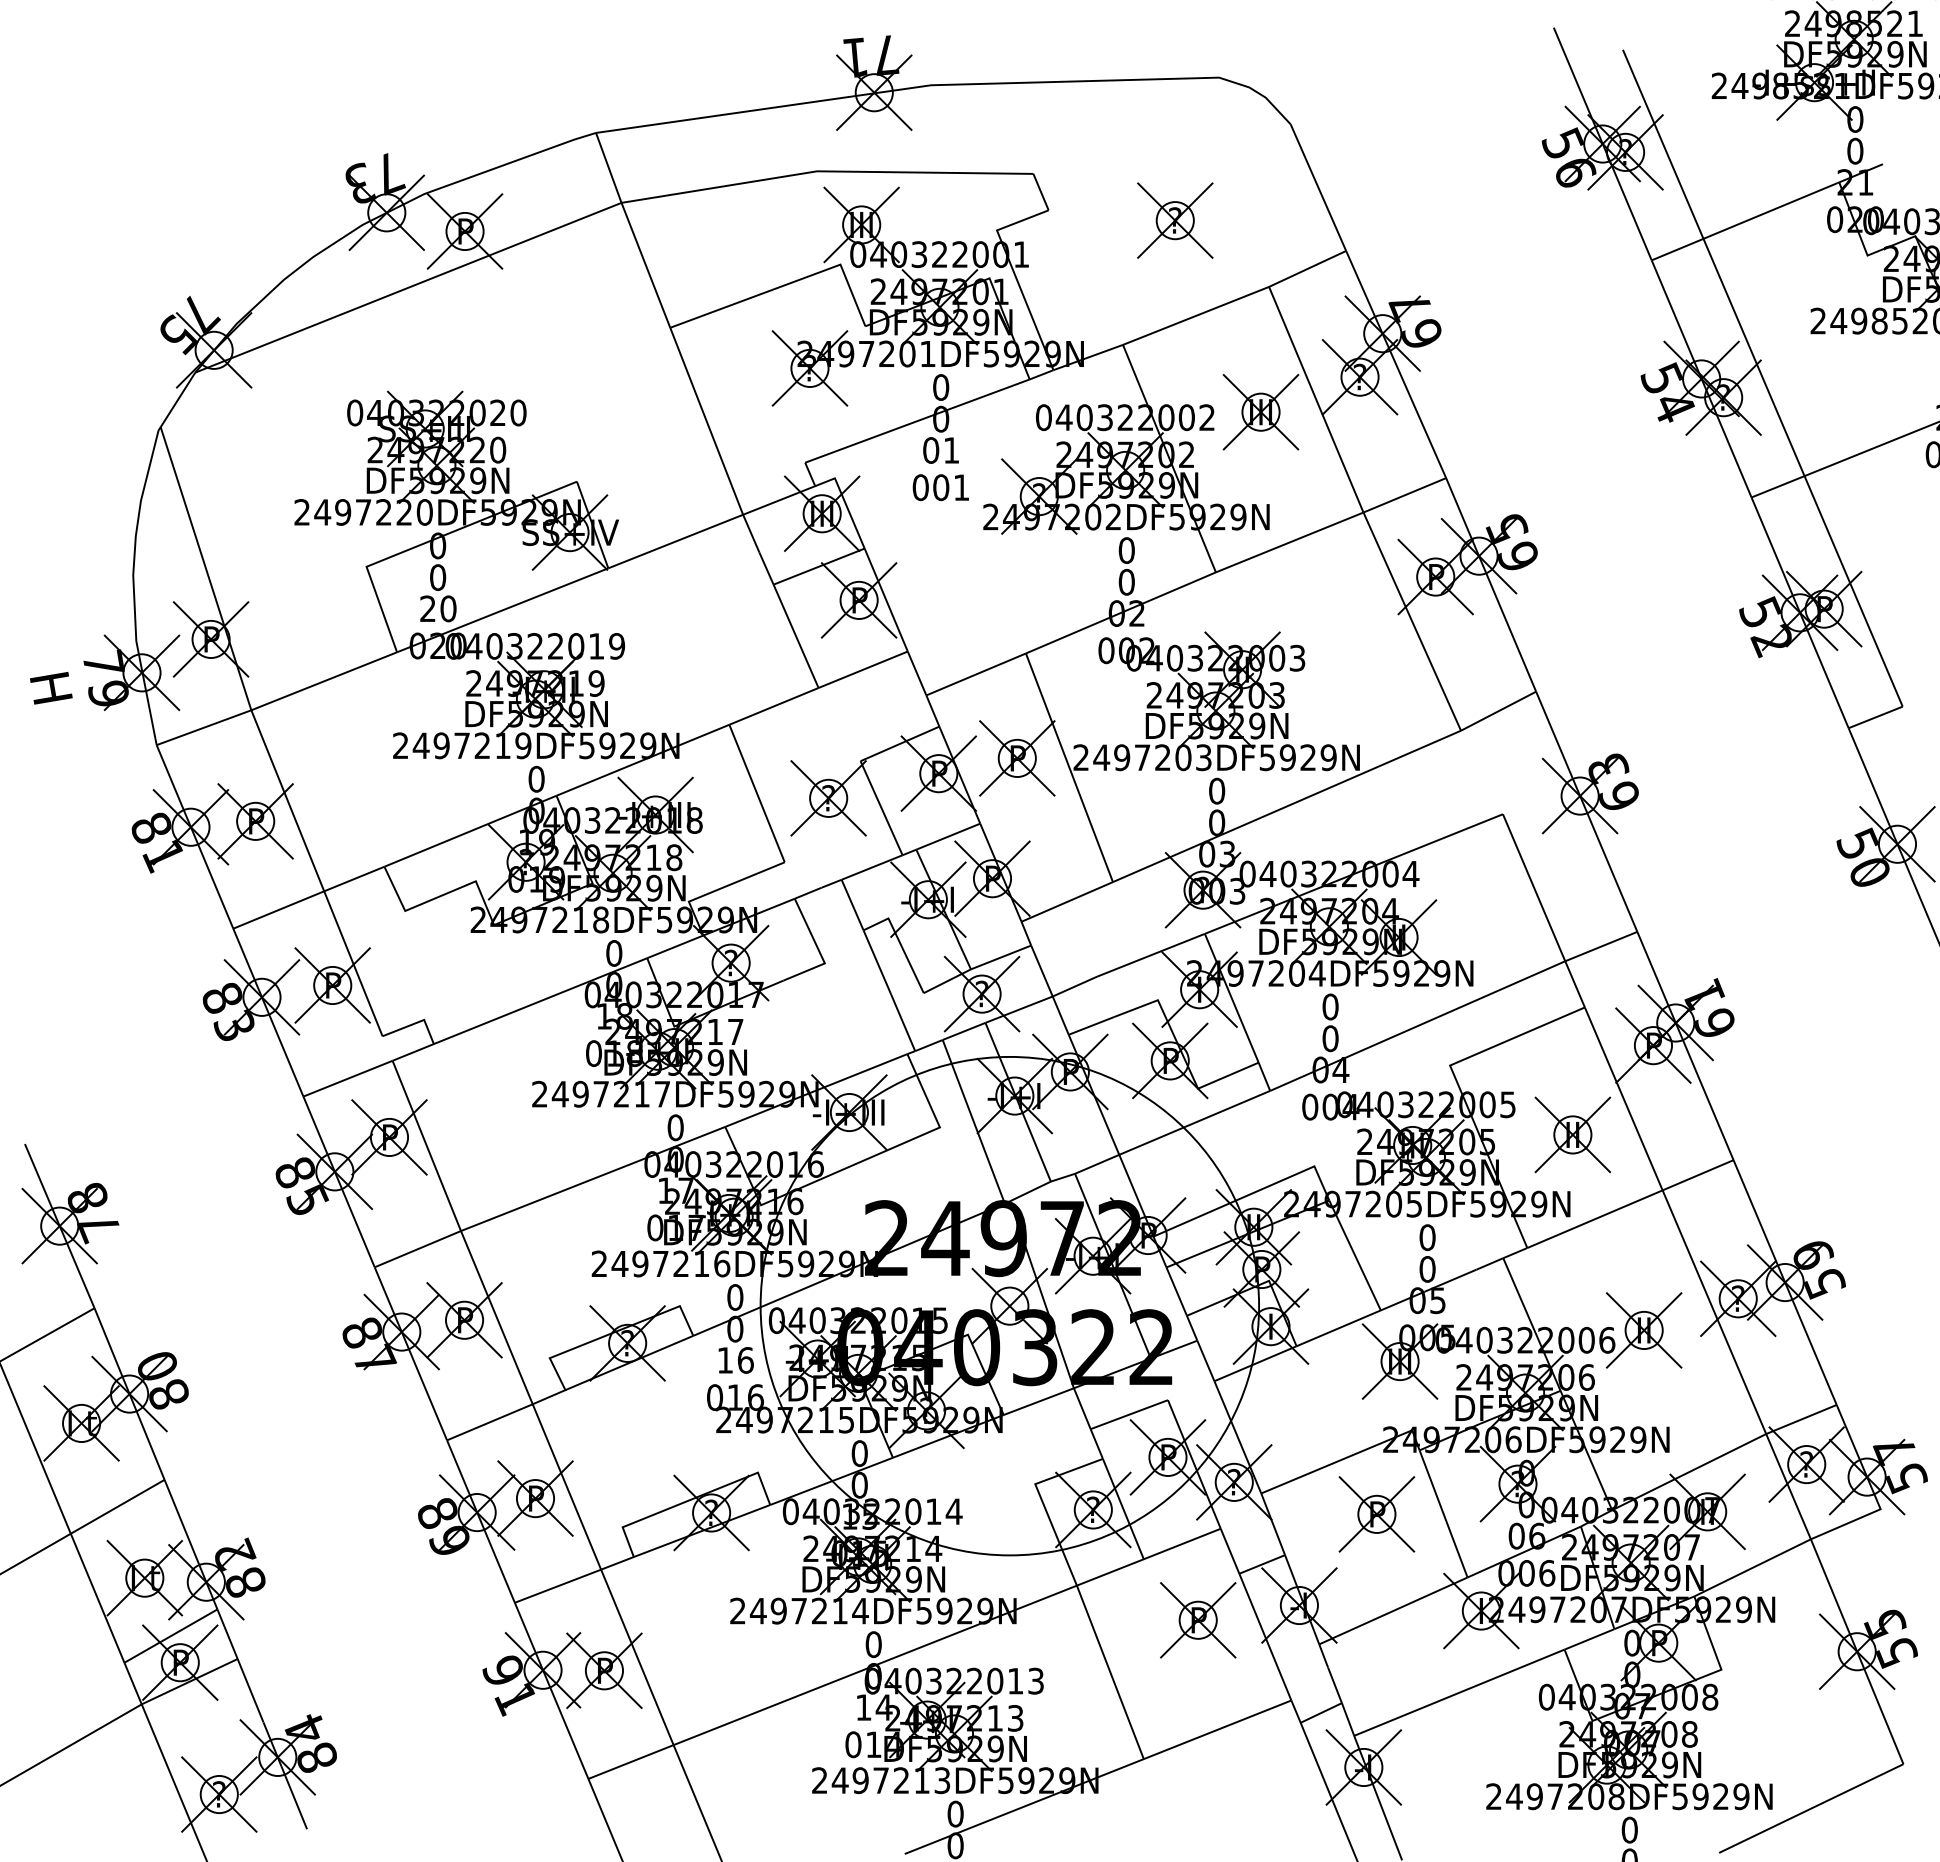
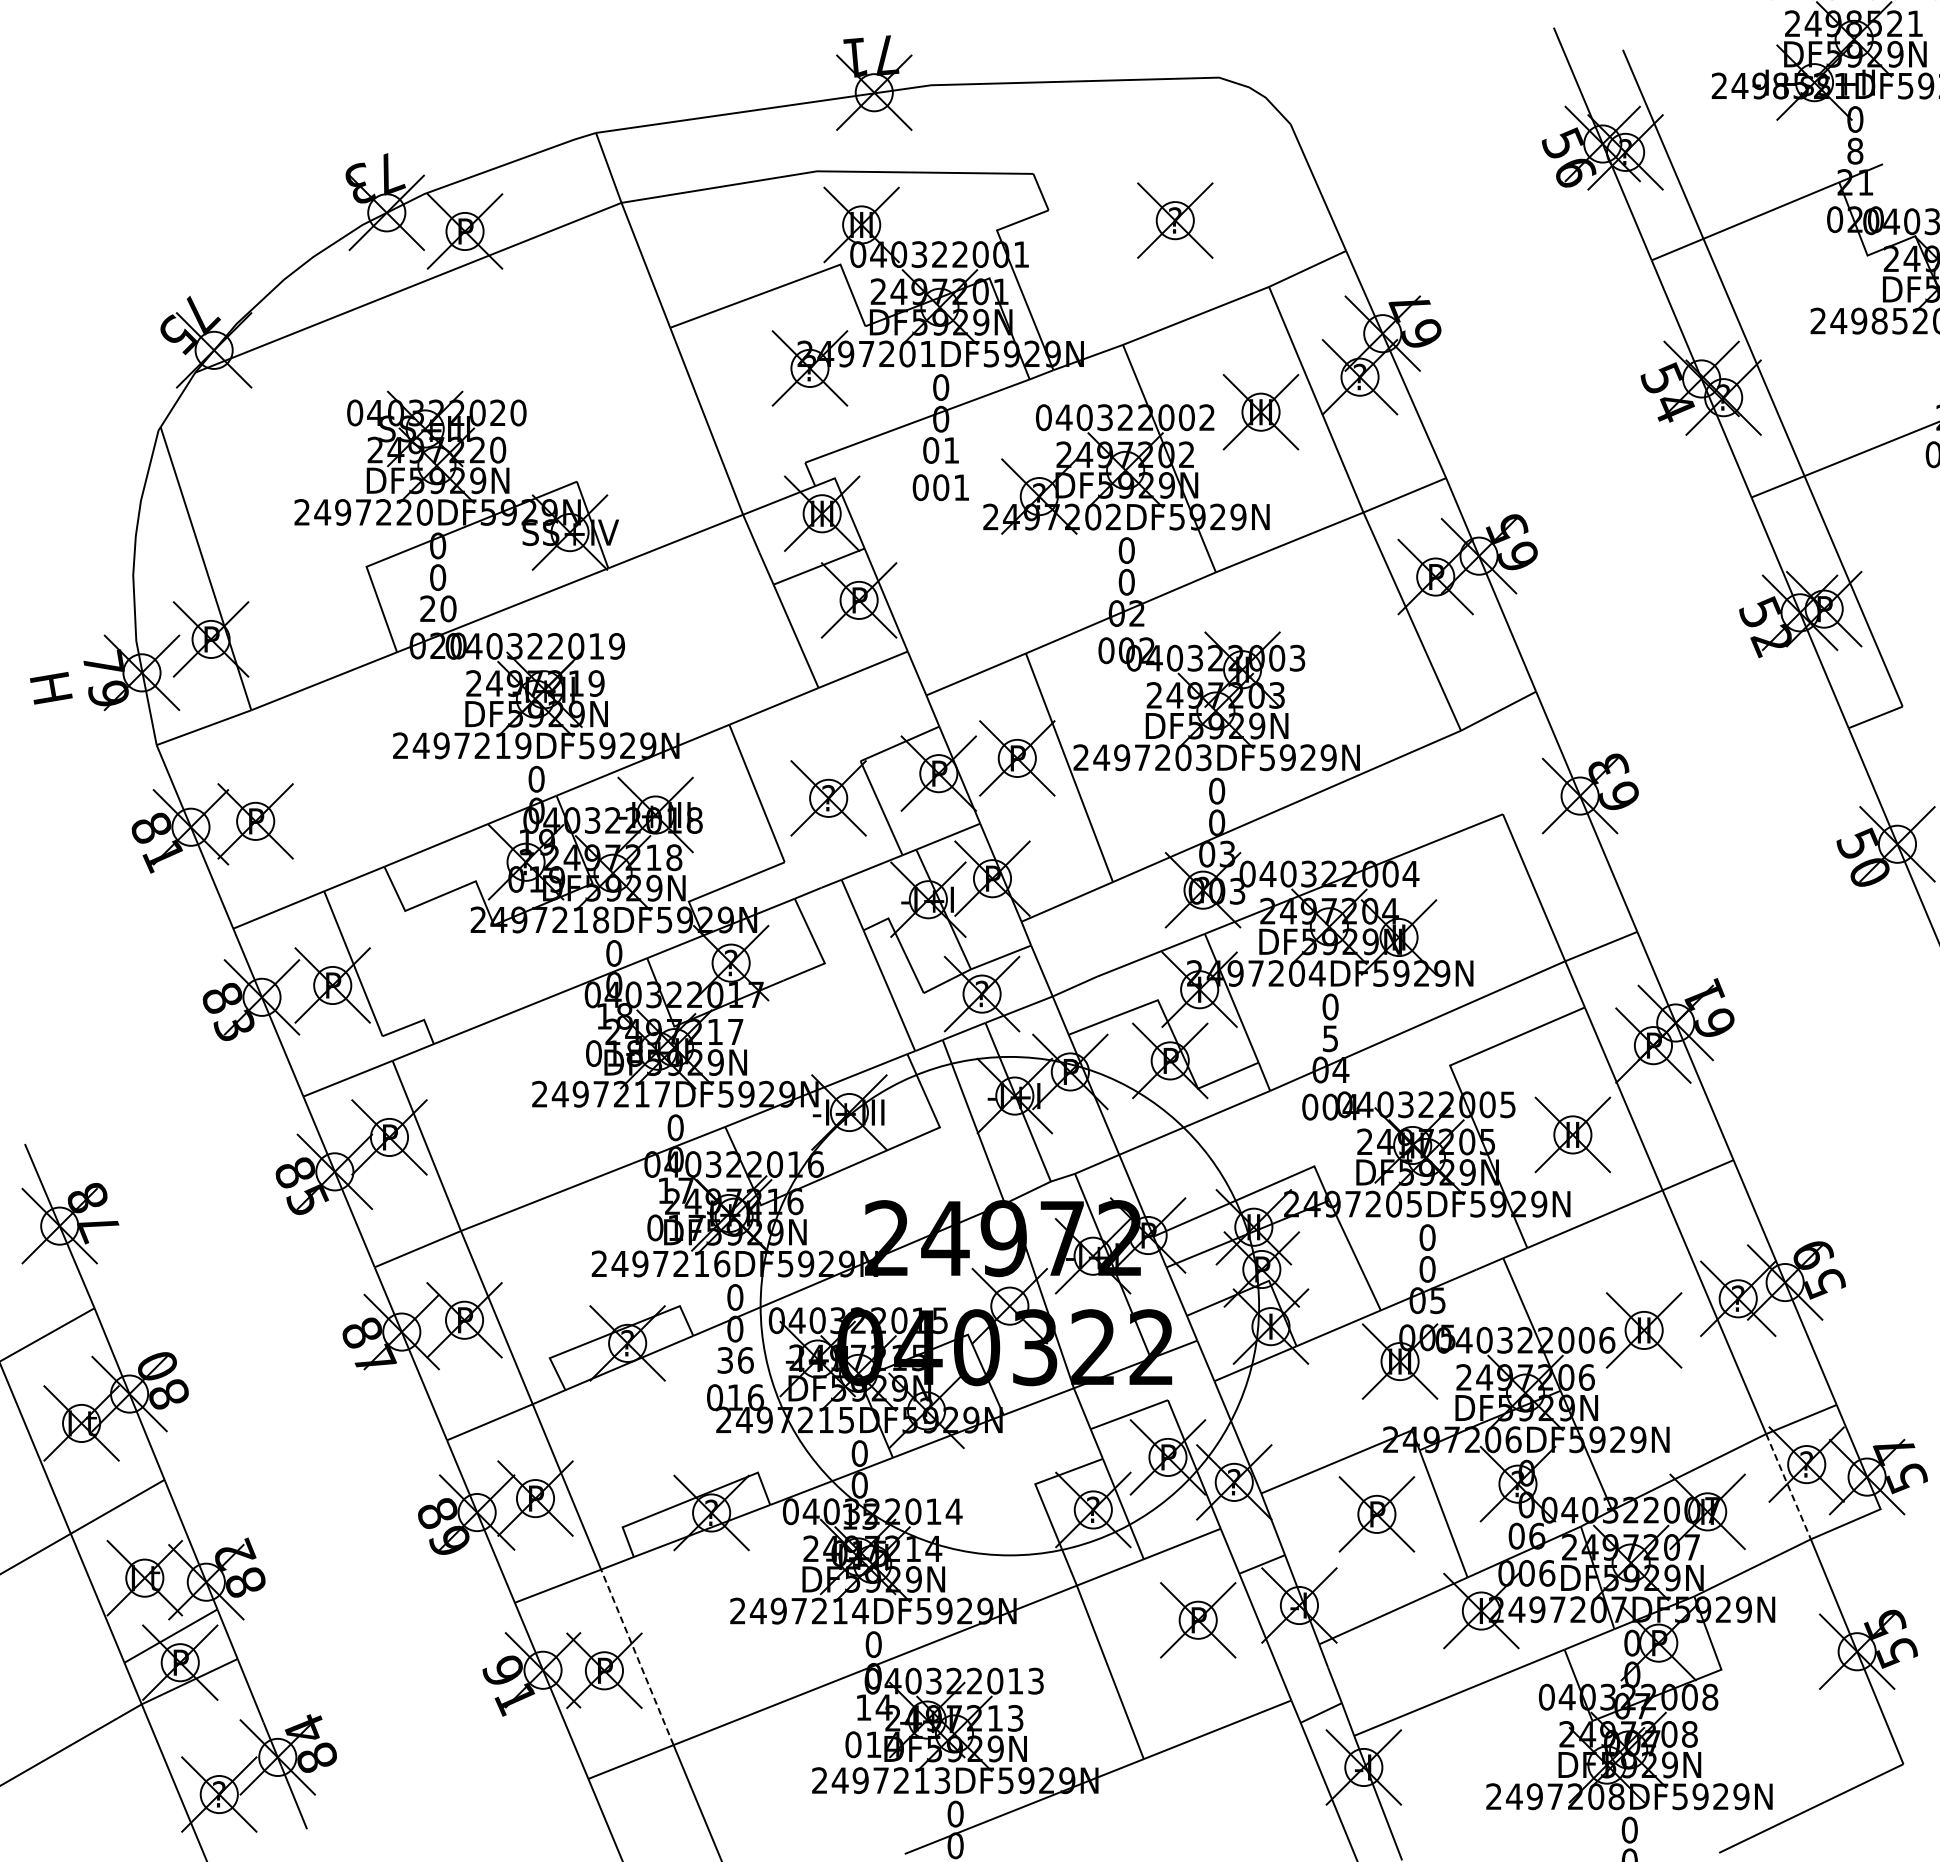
text at (1855, 151): 0 -> 8
line at (287, 800): present -> none
text at (1330, 1038): 0 -> 5
text at (724, 1360): 16 -> 36
line at (1788, 1487): solid -> dashed
line at (637, 1657): solid -> dashed
